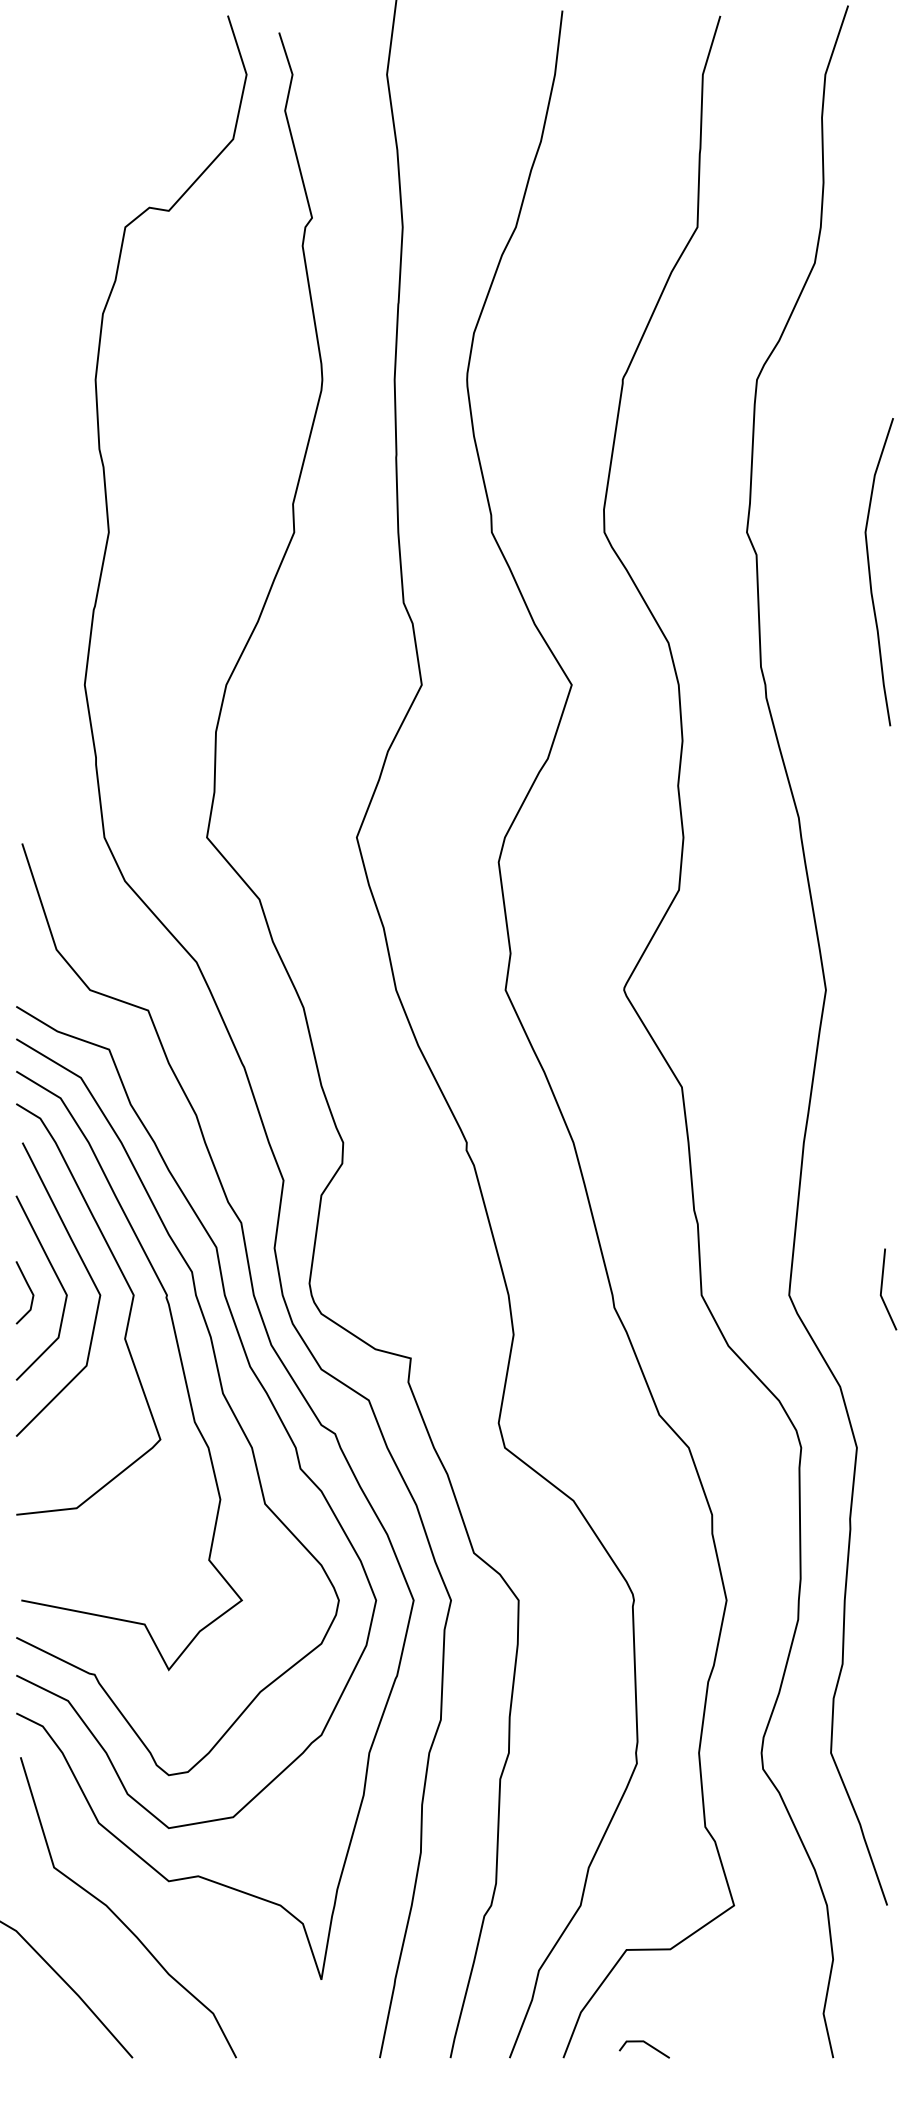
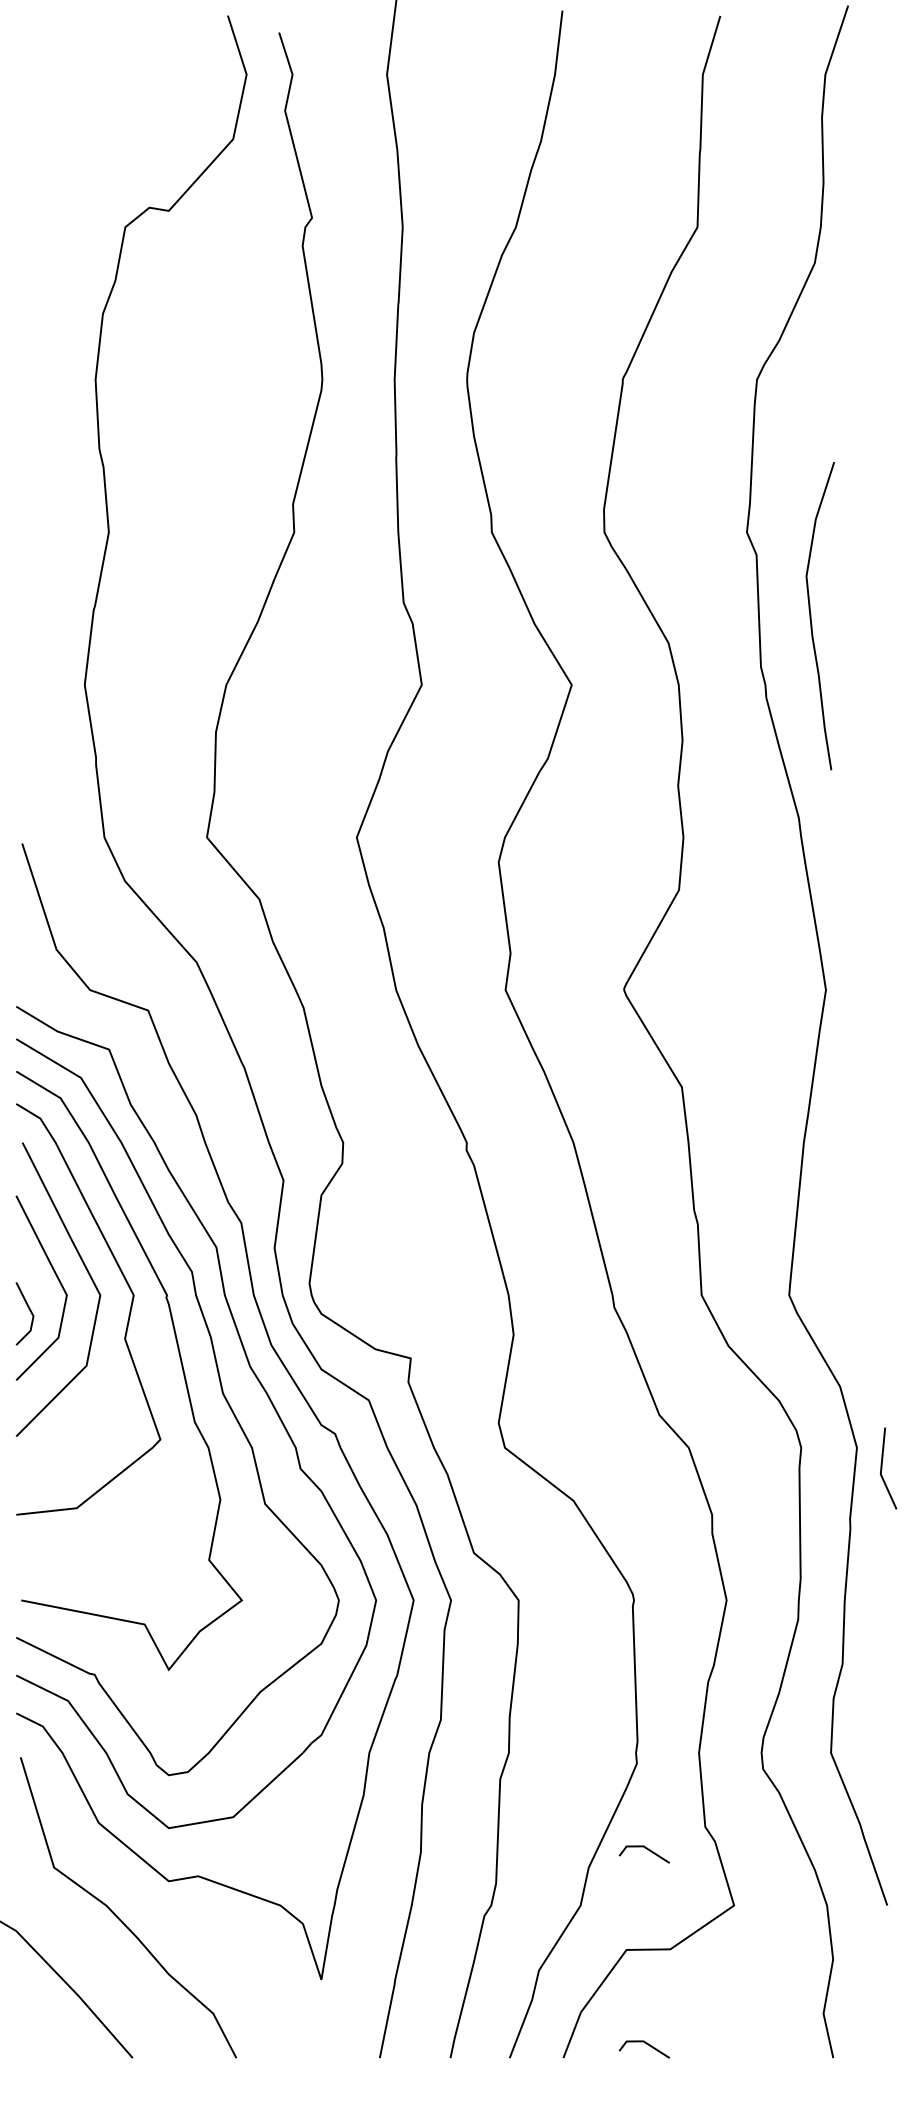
curve at (870, 572) position: (870, 572) -> (811, 616)
line at (28, 1288) position: (28, 1288) -> (28, 1309)
line at (882, 1289) position: (882, 1289) -> (882, 1468)
line at (646, 1849): none -> present
